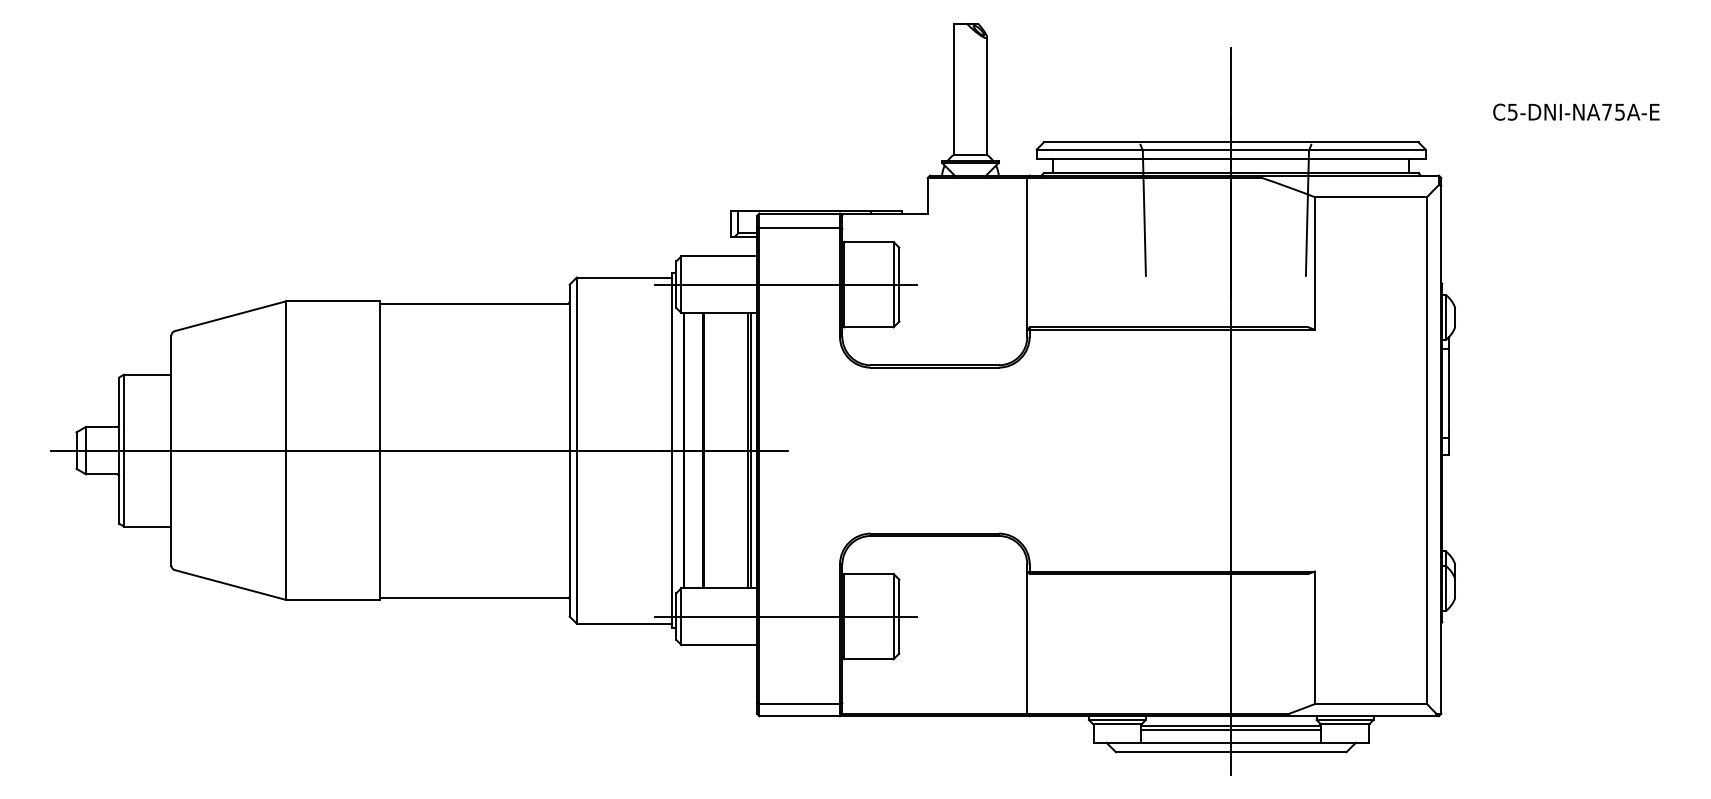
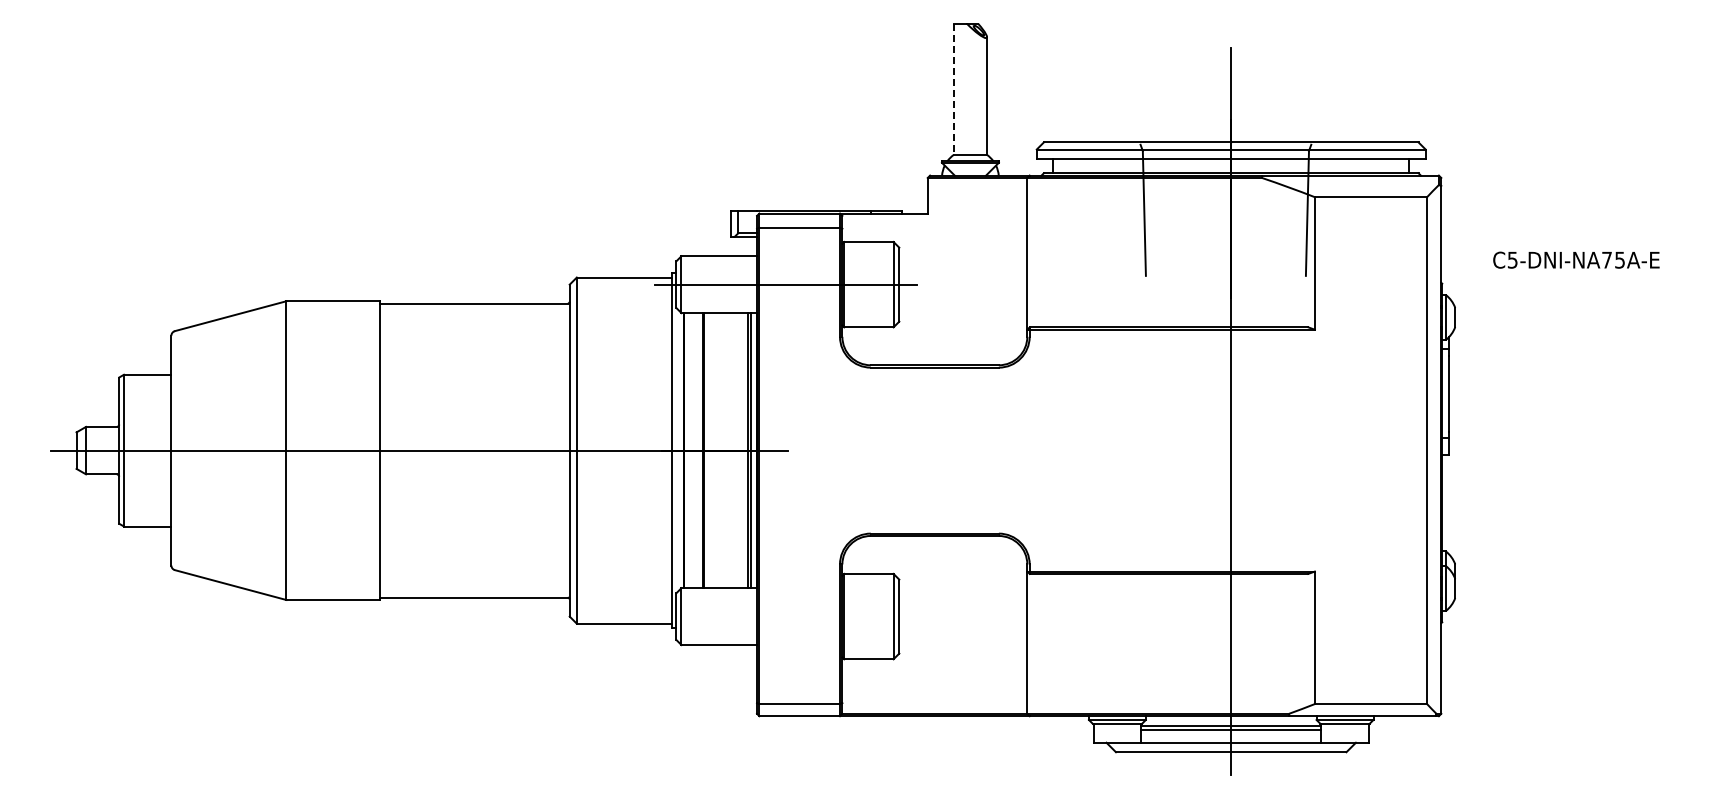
line at (953, 89): solid -> dashed
text at (1576, 111) position: (1576, 111) -> (1576, 259)
line at (785, 616): present -> none
